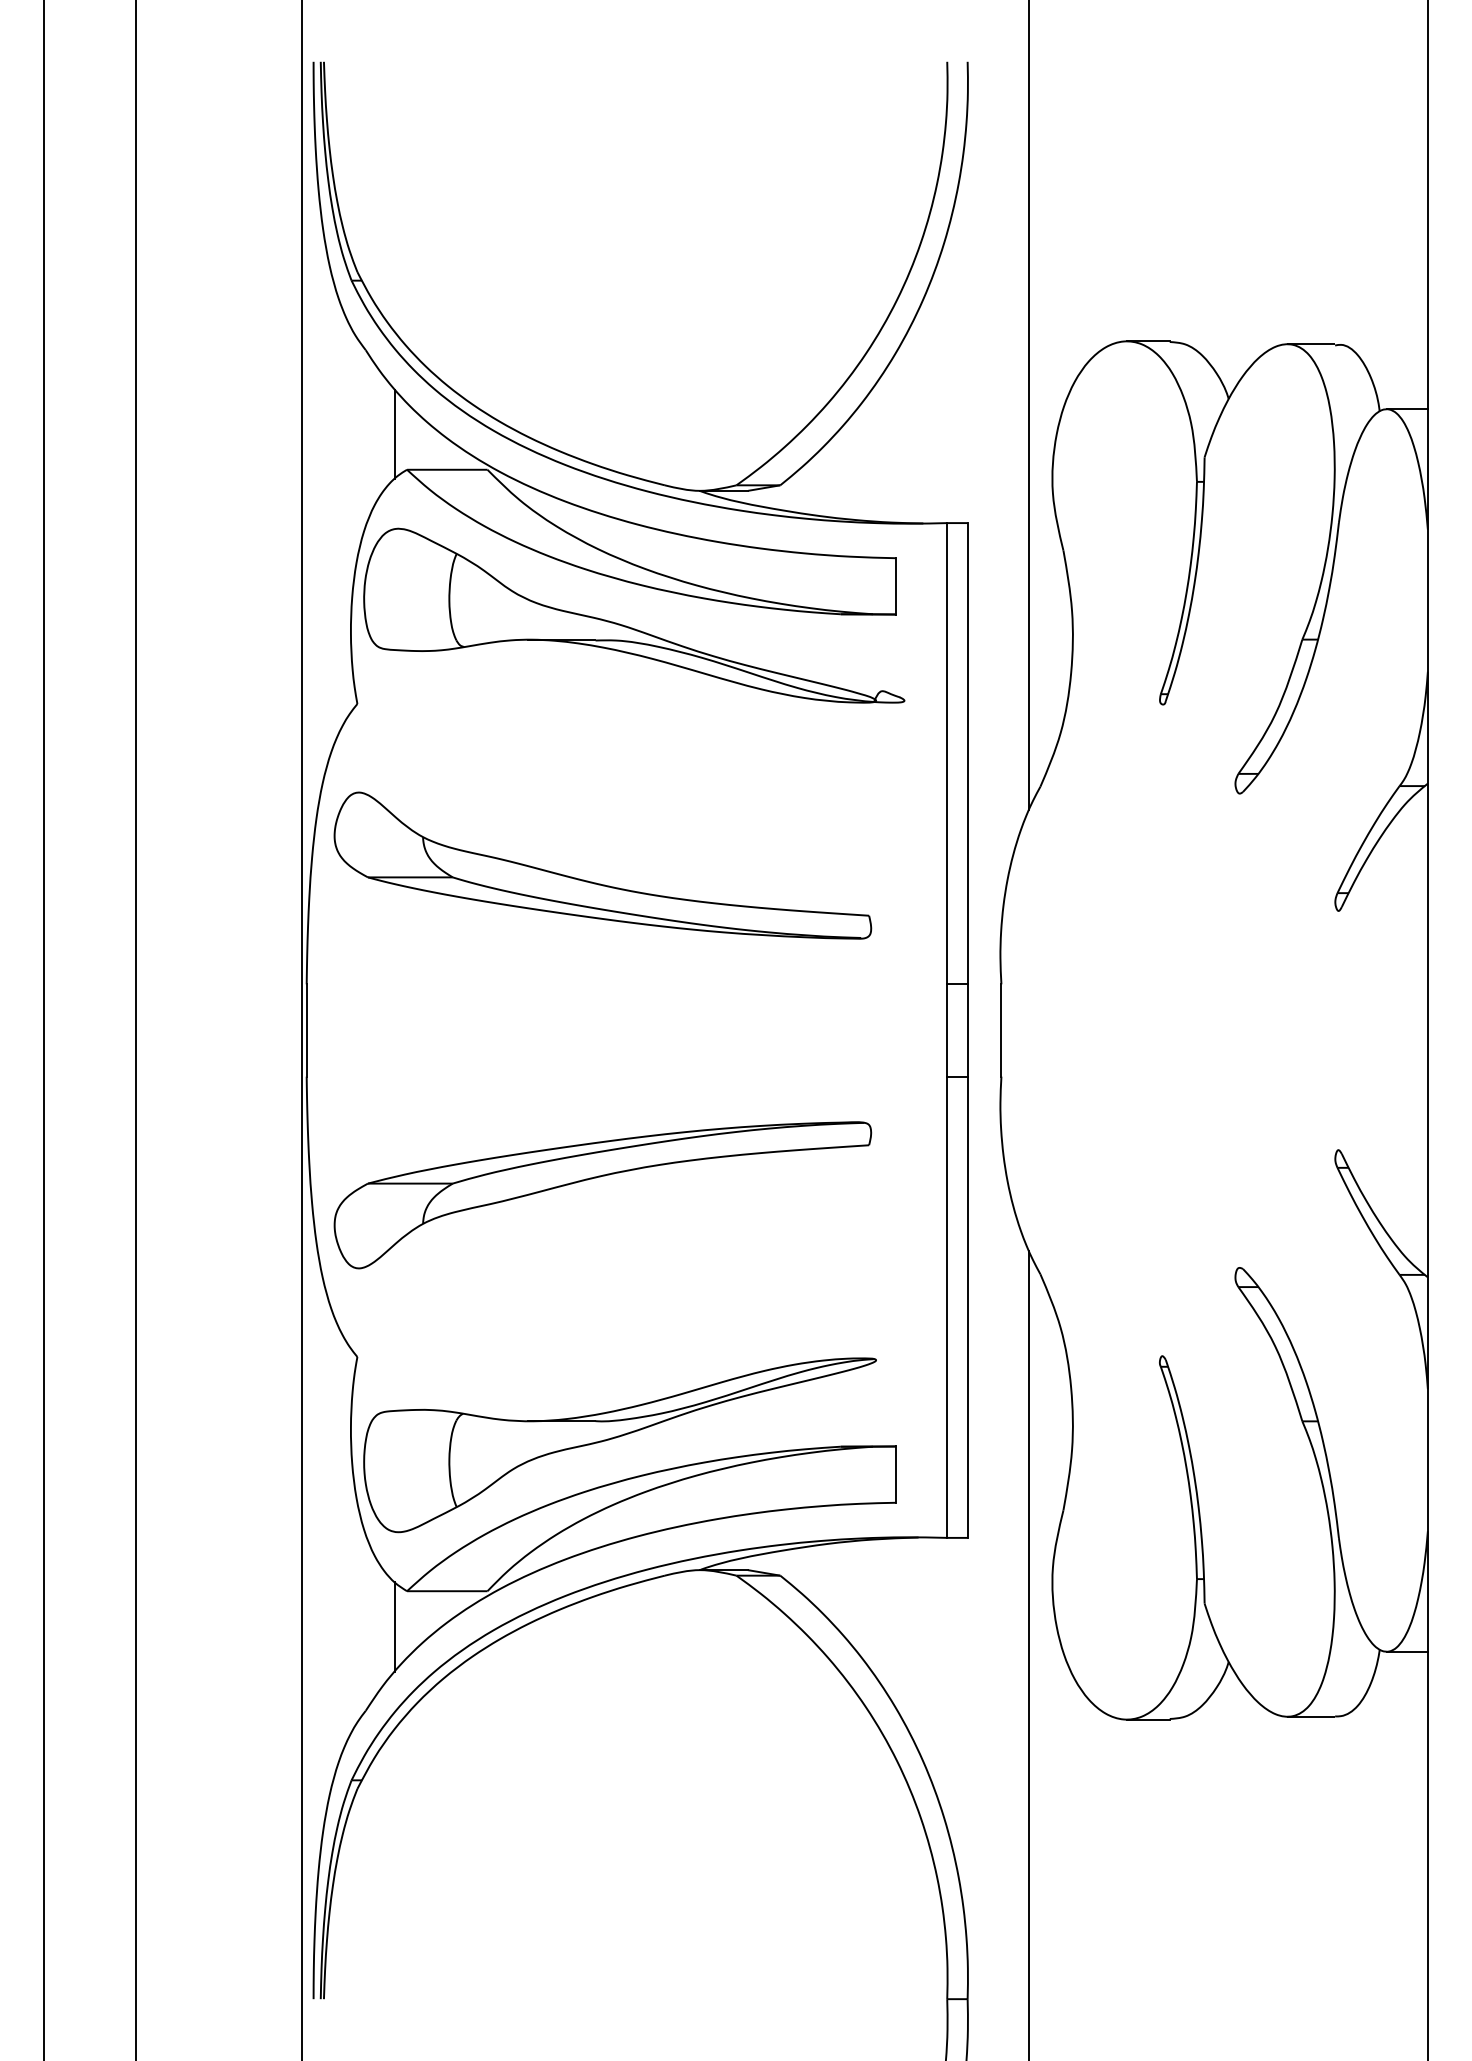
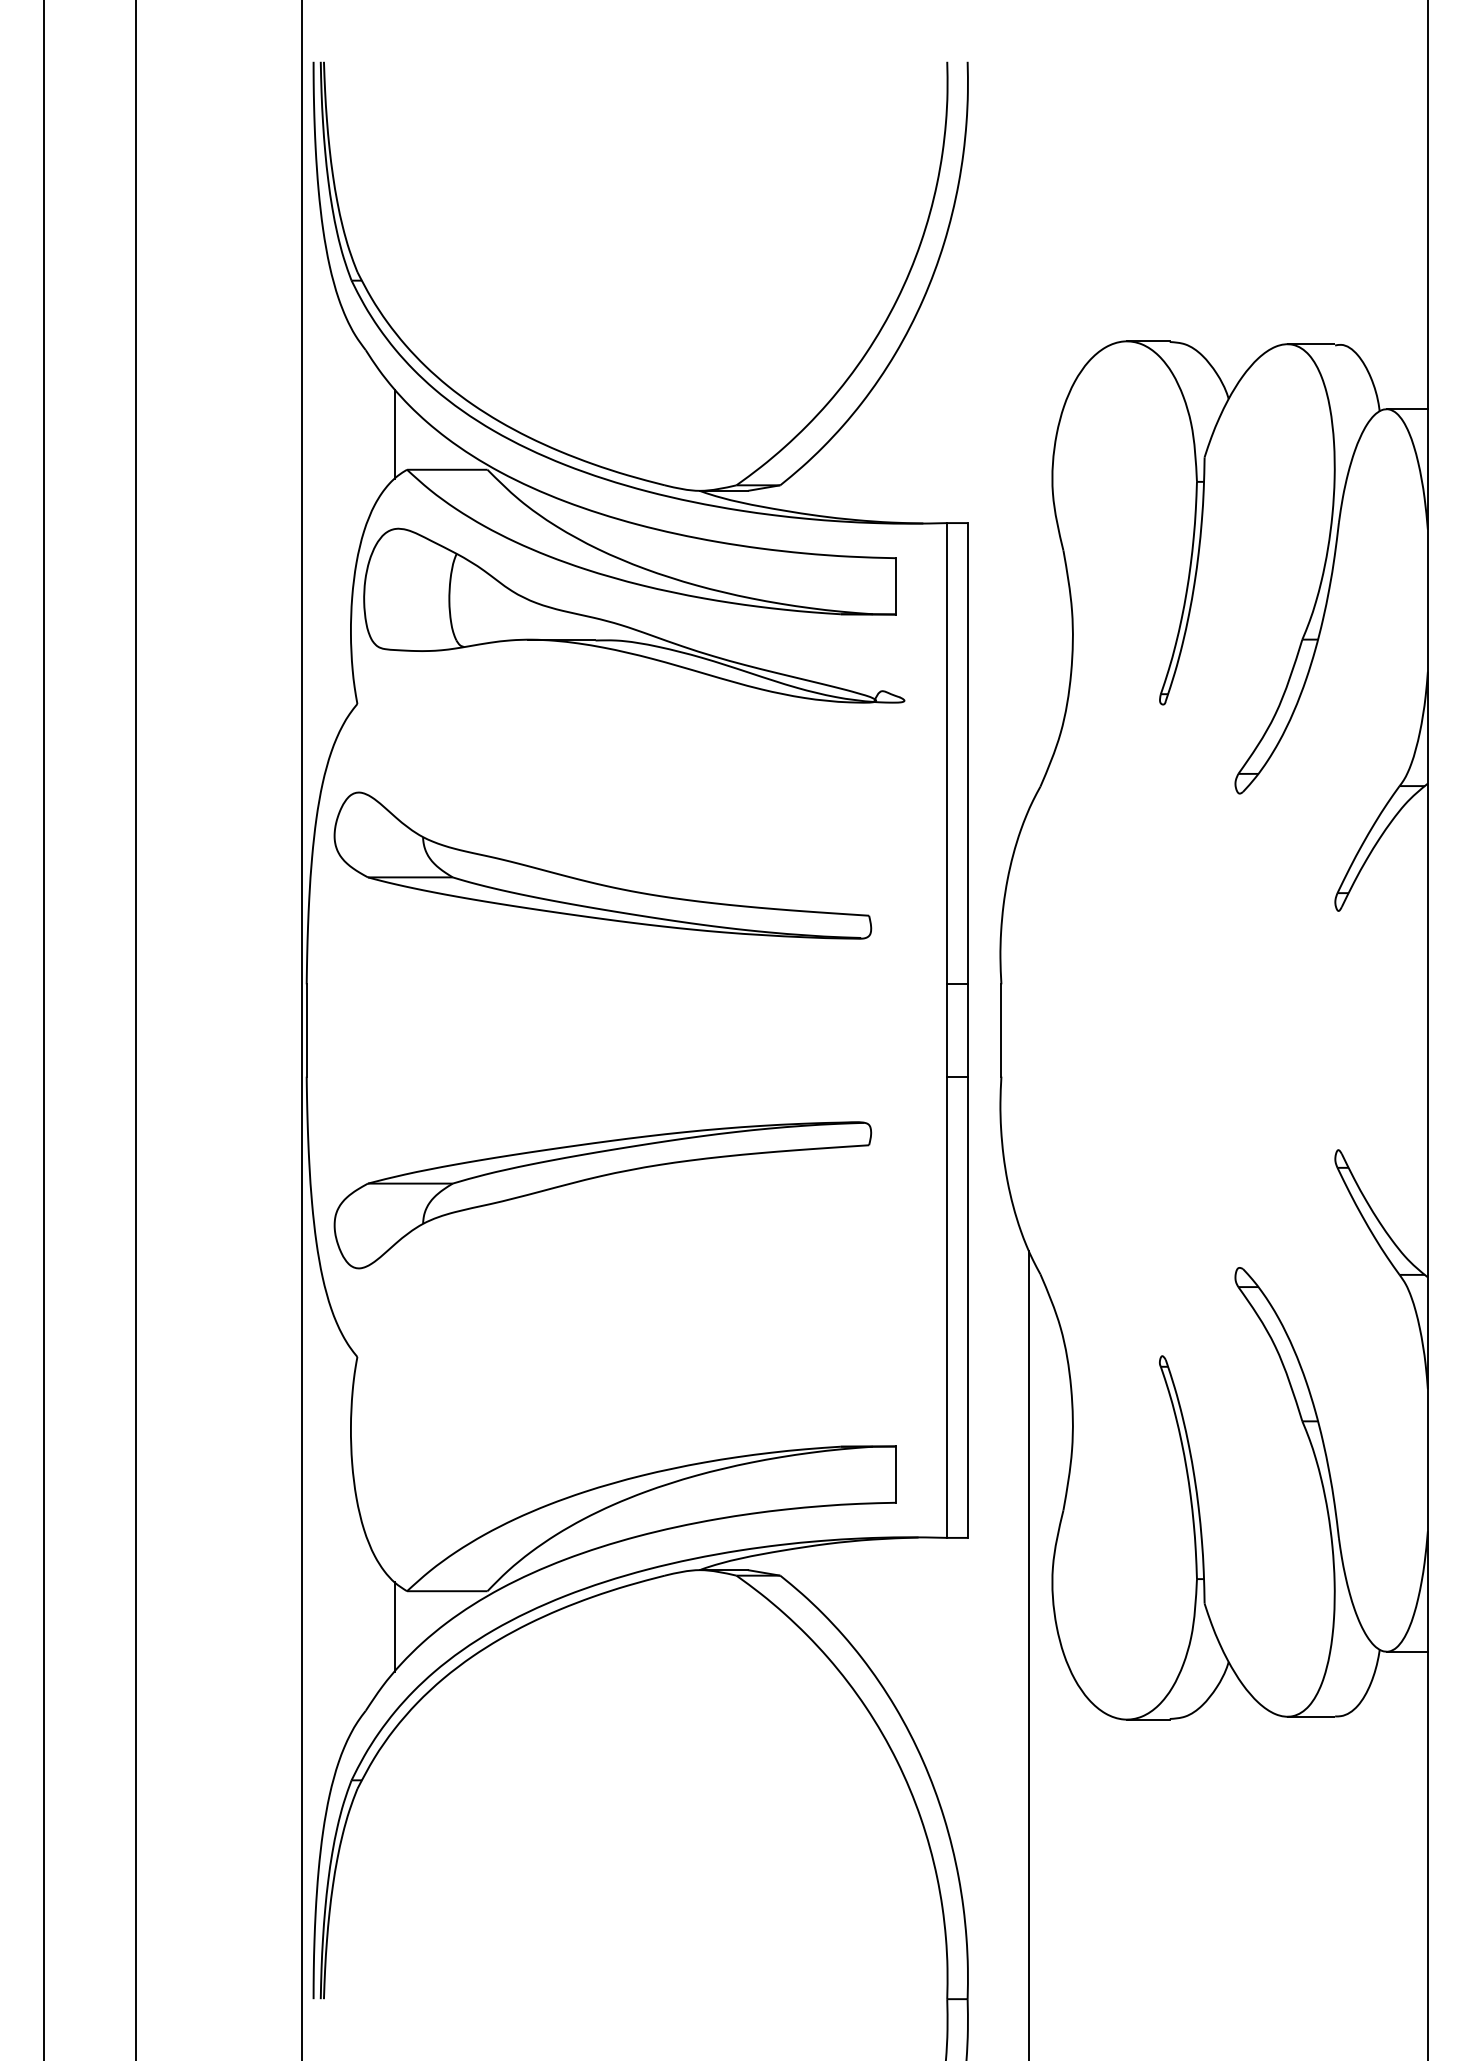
line at (1028, 405): present -> none
part at (616, 1438): present -> none
